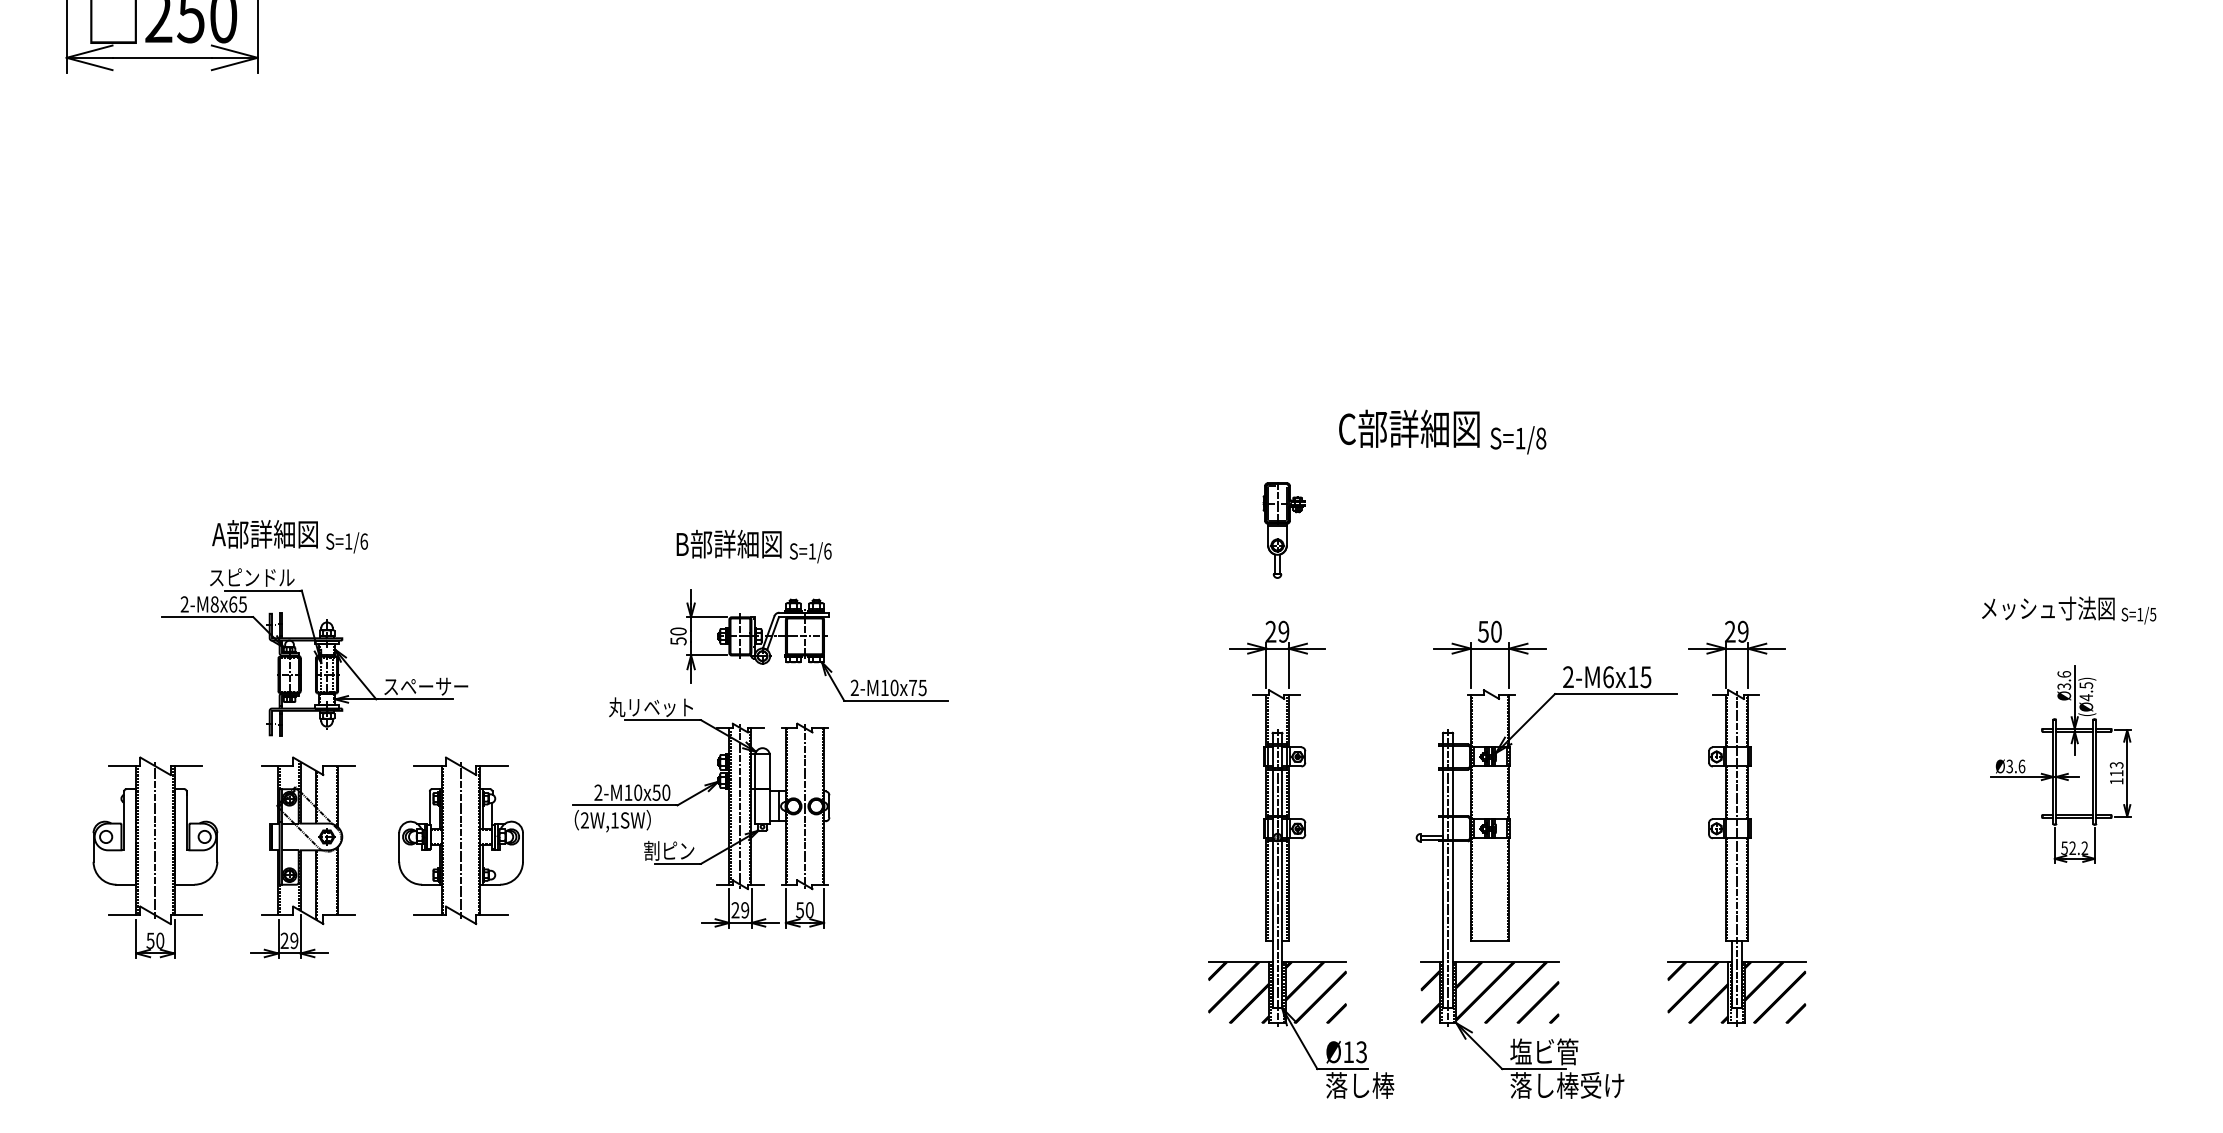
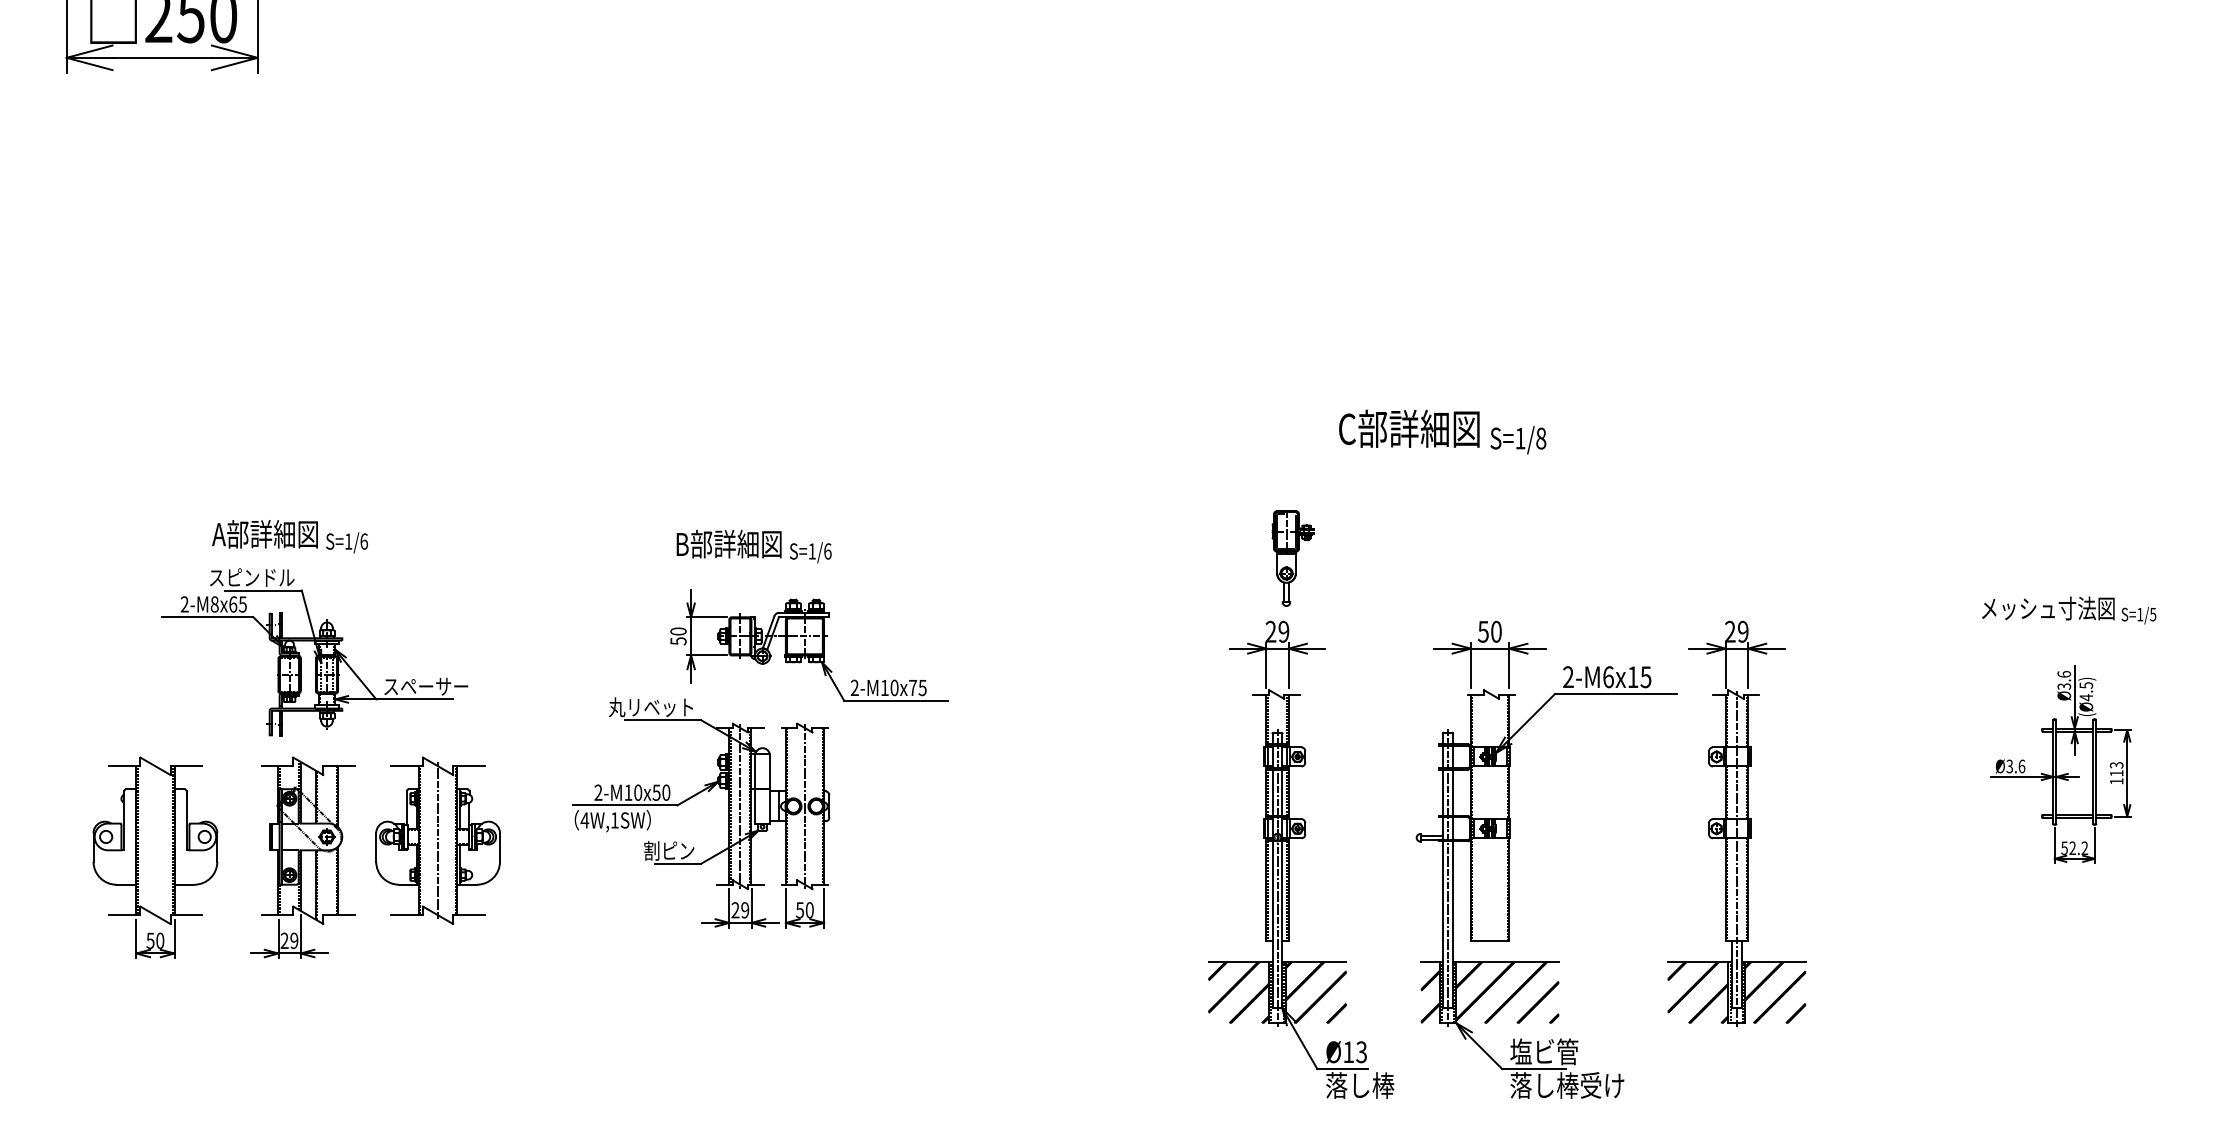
part at (1283, 530) position: (1283, 530) -> (1292, 558)
text at (584, 820): 2W,1SW -> 4W,1SW
line at (155, 840): present -> none
part at (460, 840) position: (460, 840) -> (437, 840)
